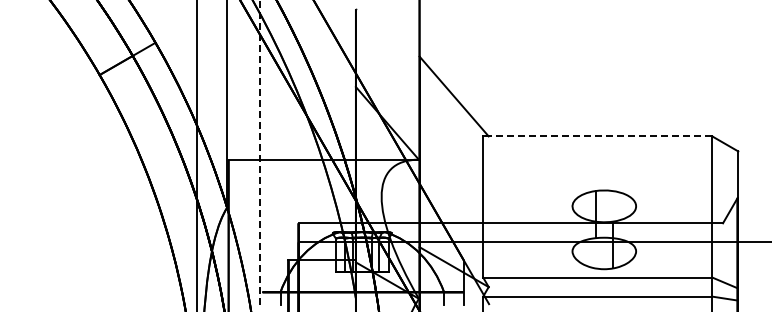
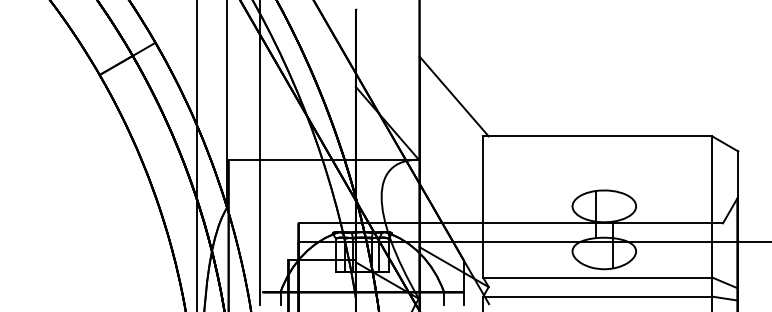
line at (597, 136): dashed -> solid
line at (260, 152): dashed -> solid
